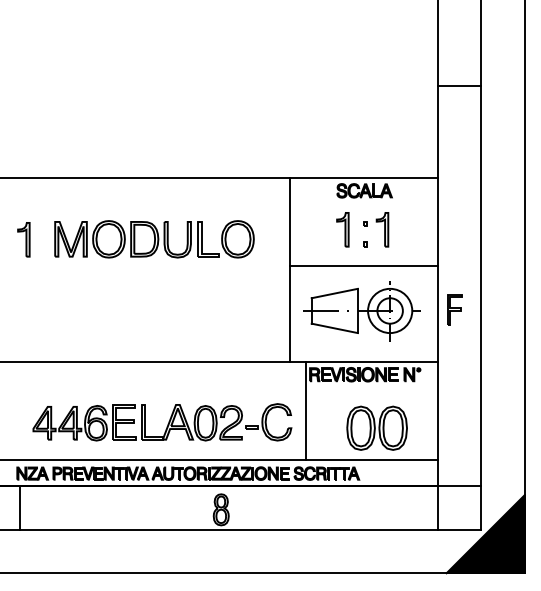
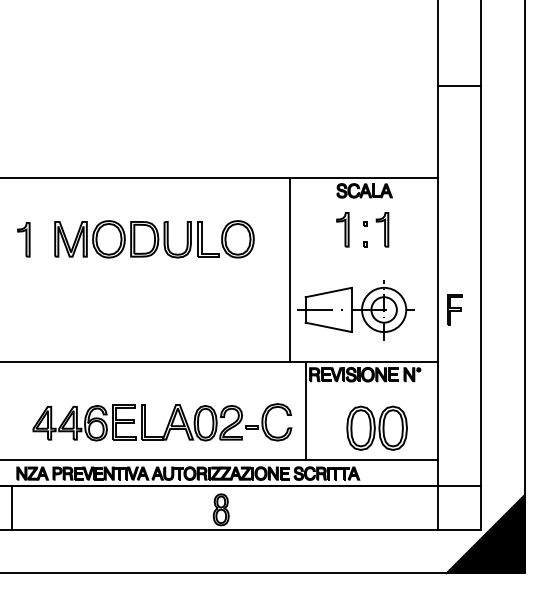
line at (363, 266): present -> none
part at (361, 311) position: (361, 311) -> (355, 310)
line at (20, 507) position: (20, 507) -> (12, 507)
